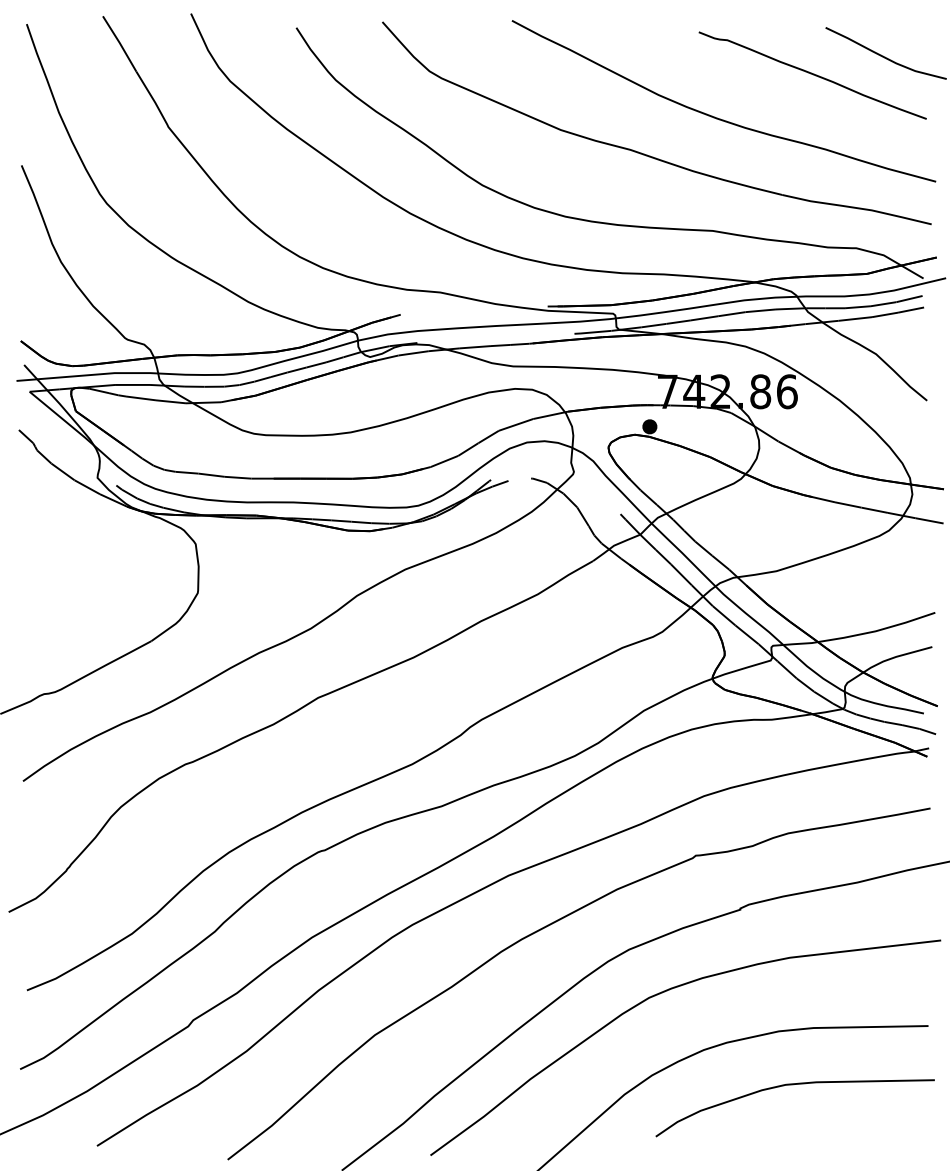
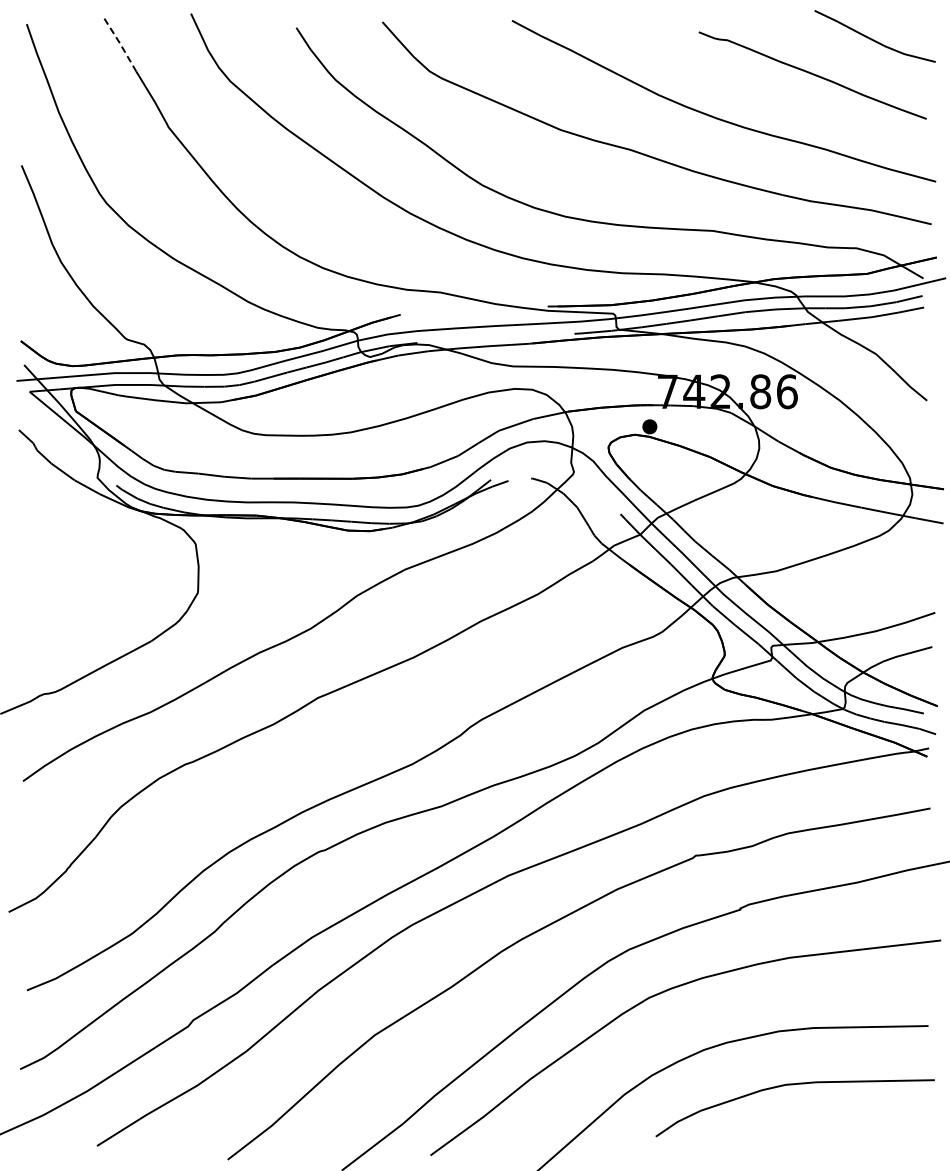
line at (119, 42): solid -> dashed
curve at (883, 55) position: (883, 55) -> (872, 38)
